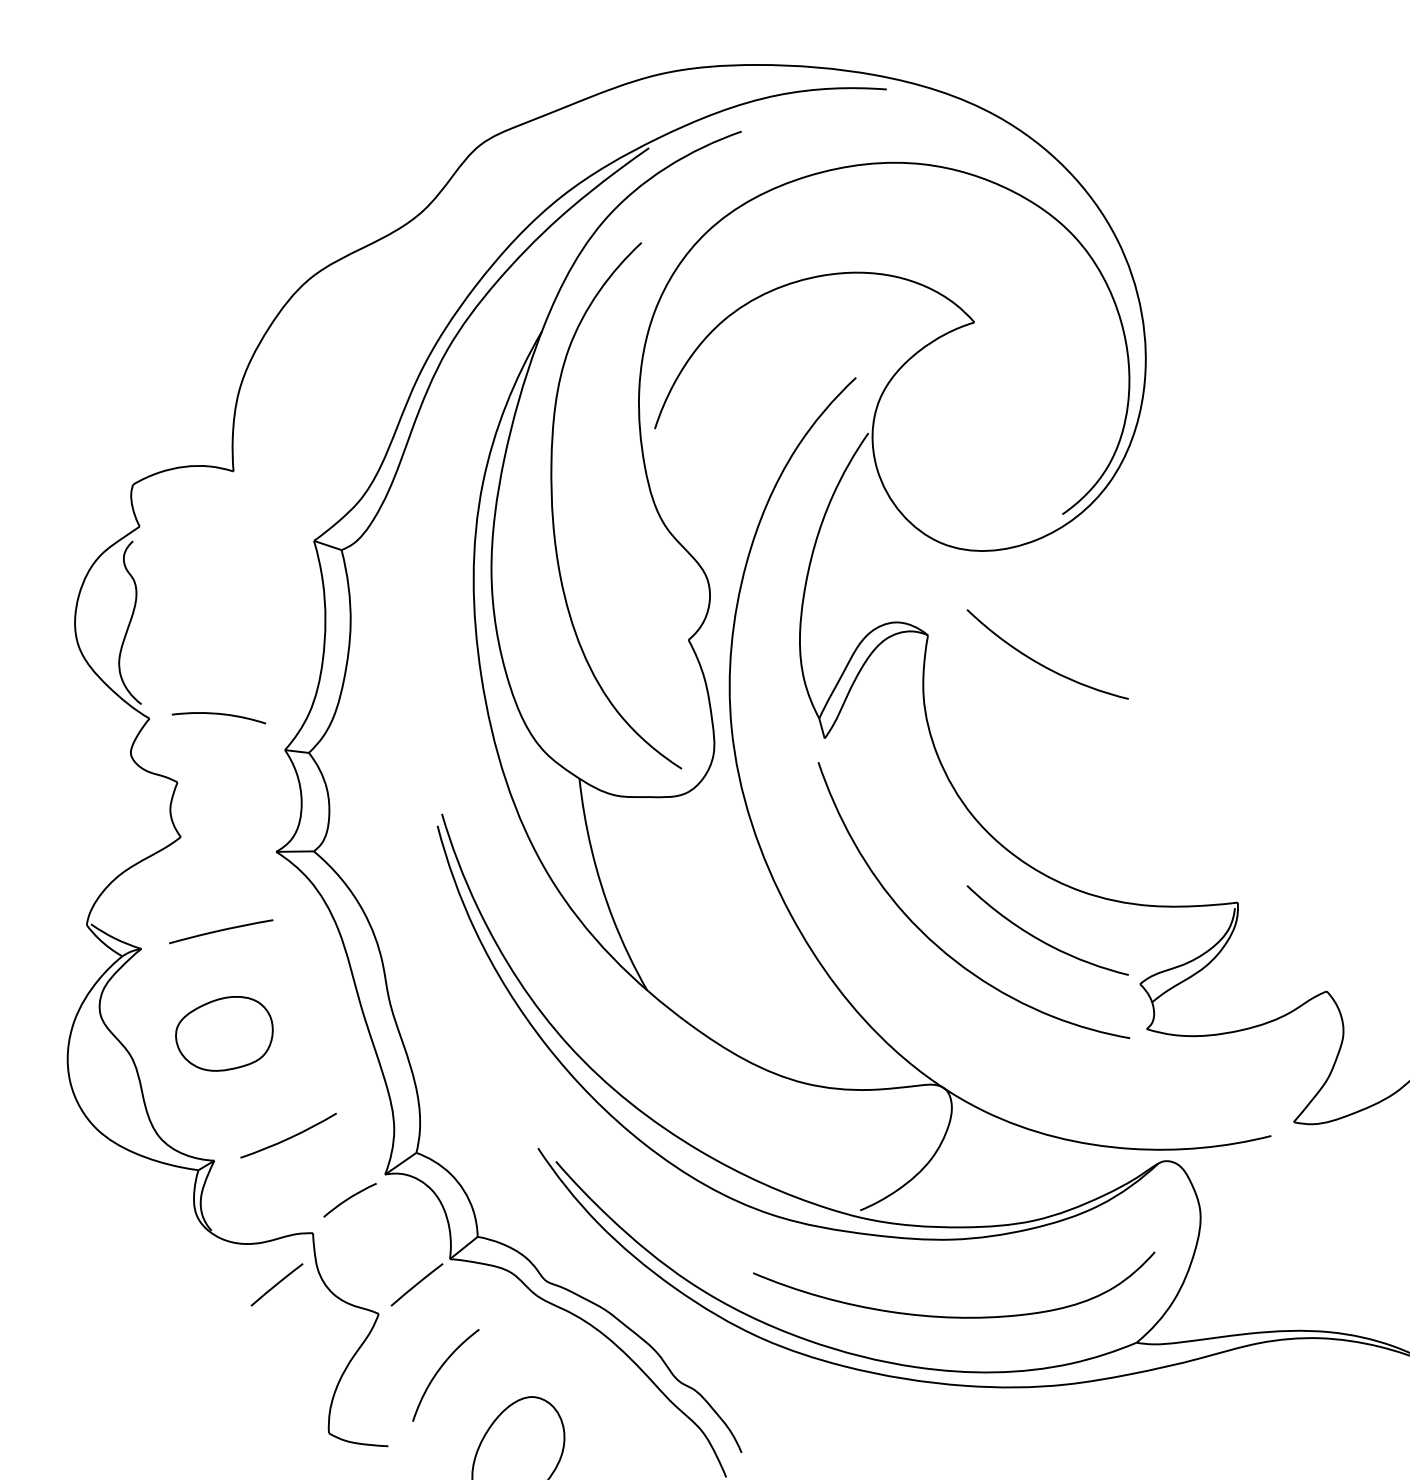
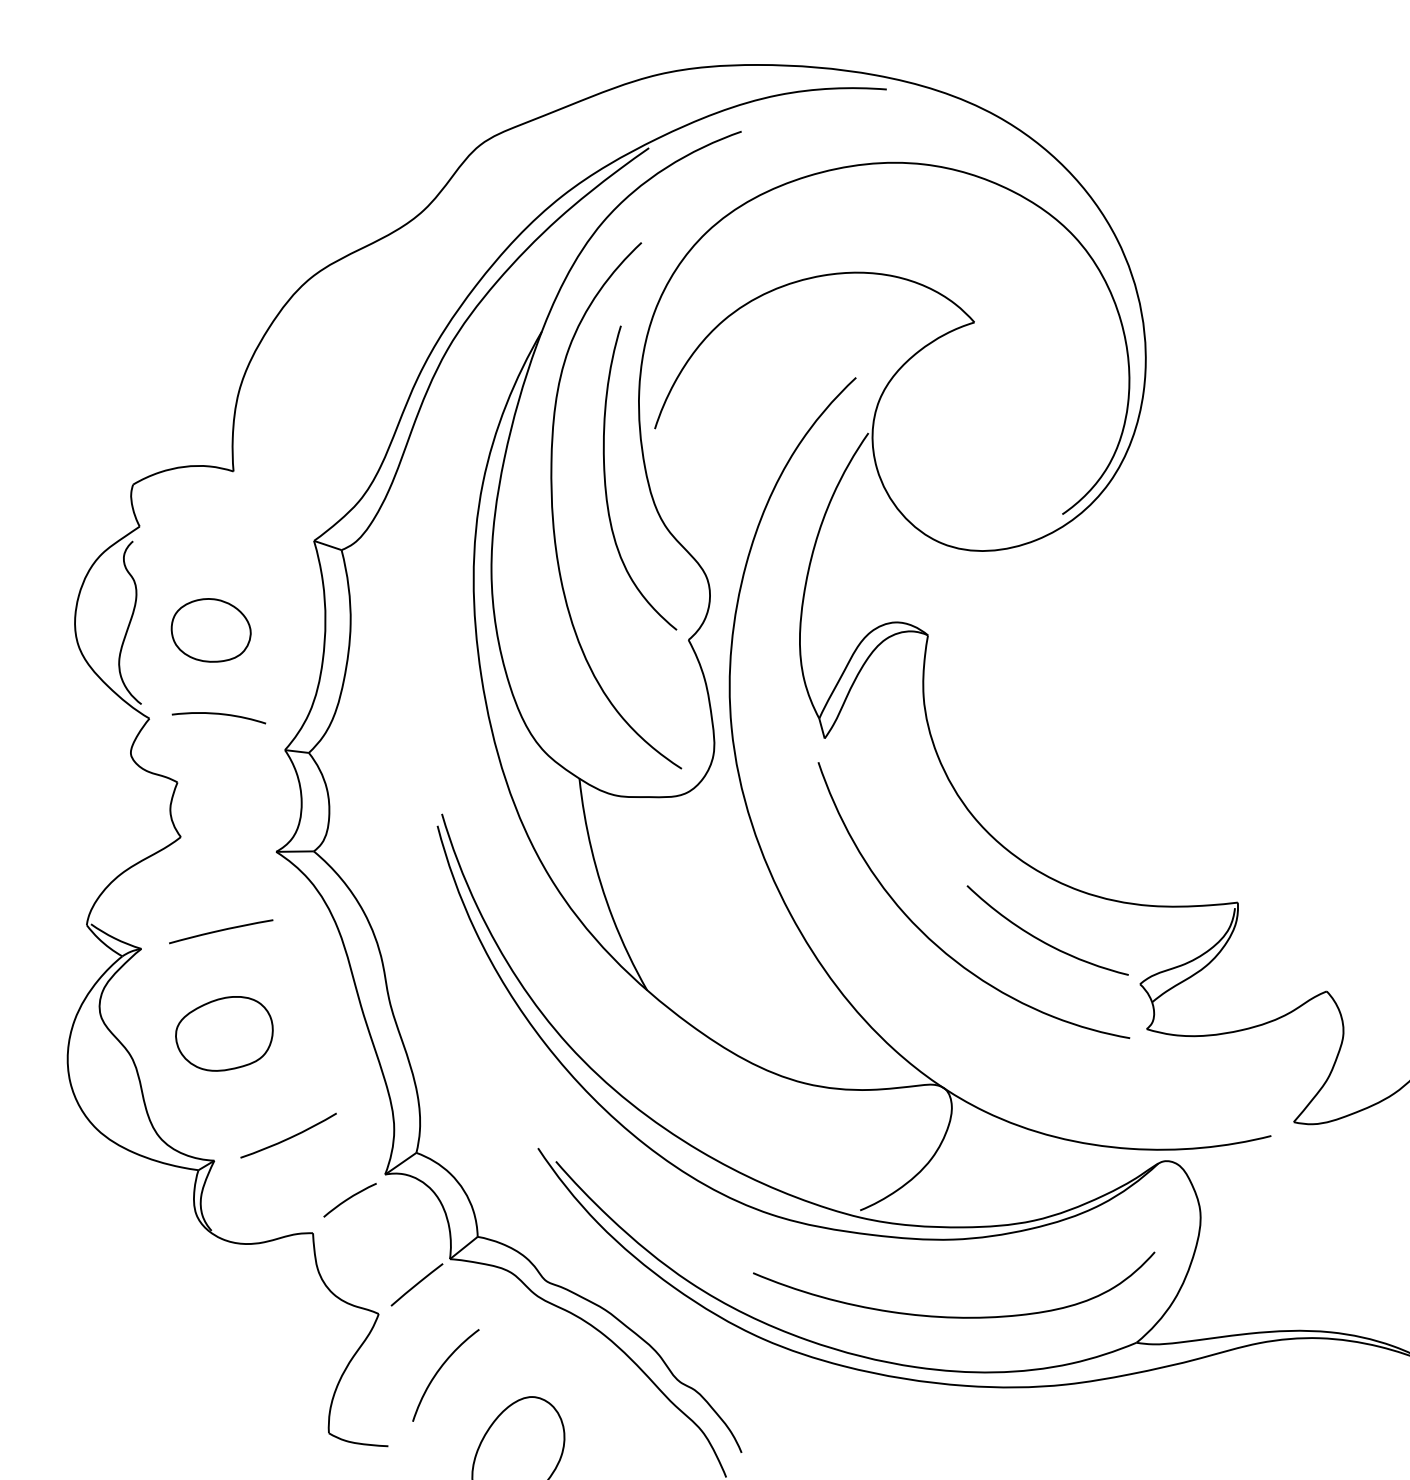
curve at (606, 484): none -> present
part at (210, 630): none -> present
curve at (1041, 663): present -> none
line at (276, 1284): present -> none
